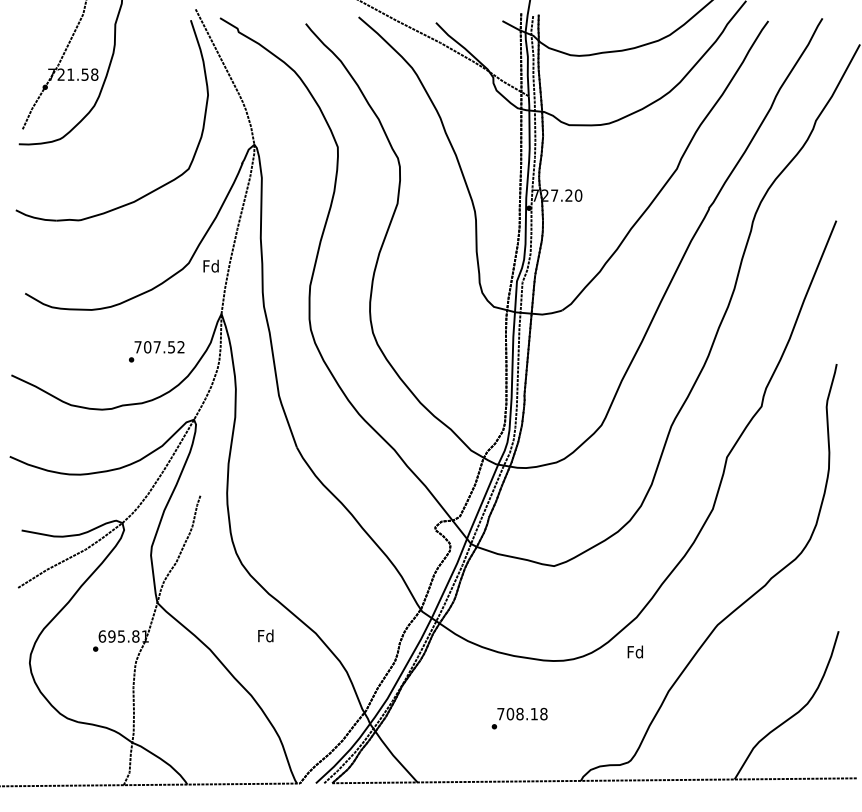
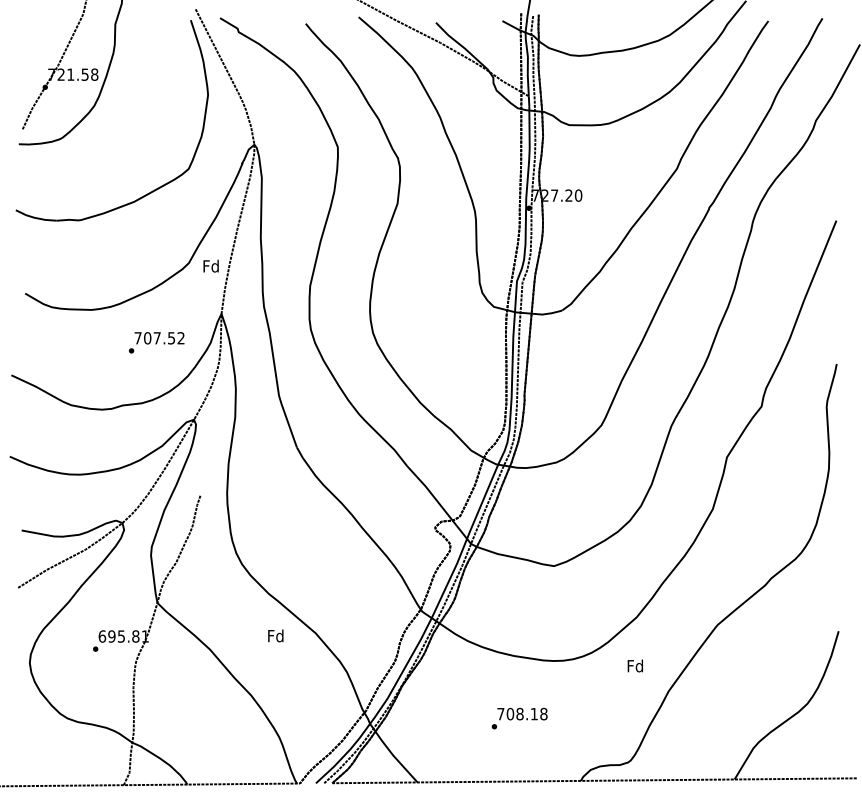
text at (156, 351) position: (156, 351) -> (156, 342)
text at (265, 635) position: (265, 635) -> (275, 635)
text at (634, 651) position: (634, 651) -> (634, 665)
